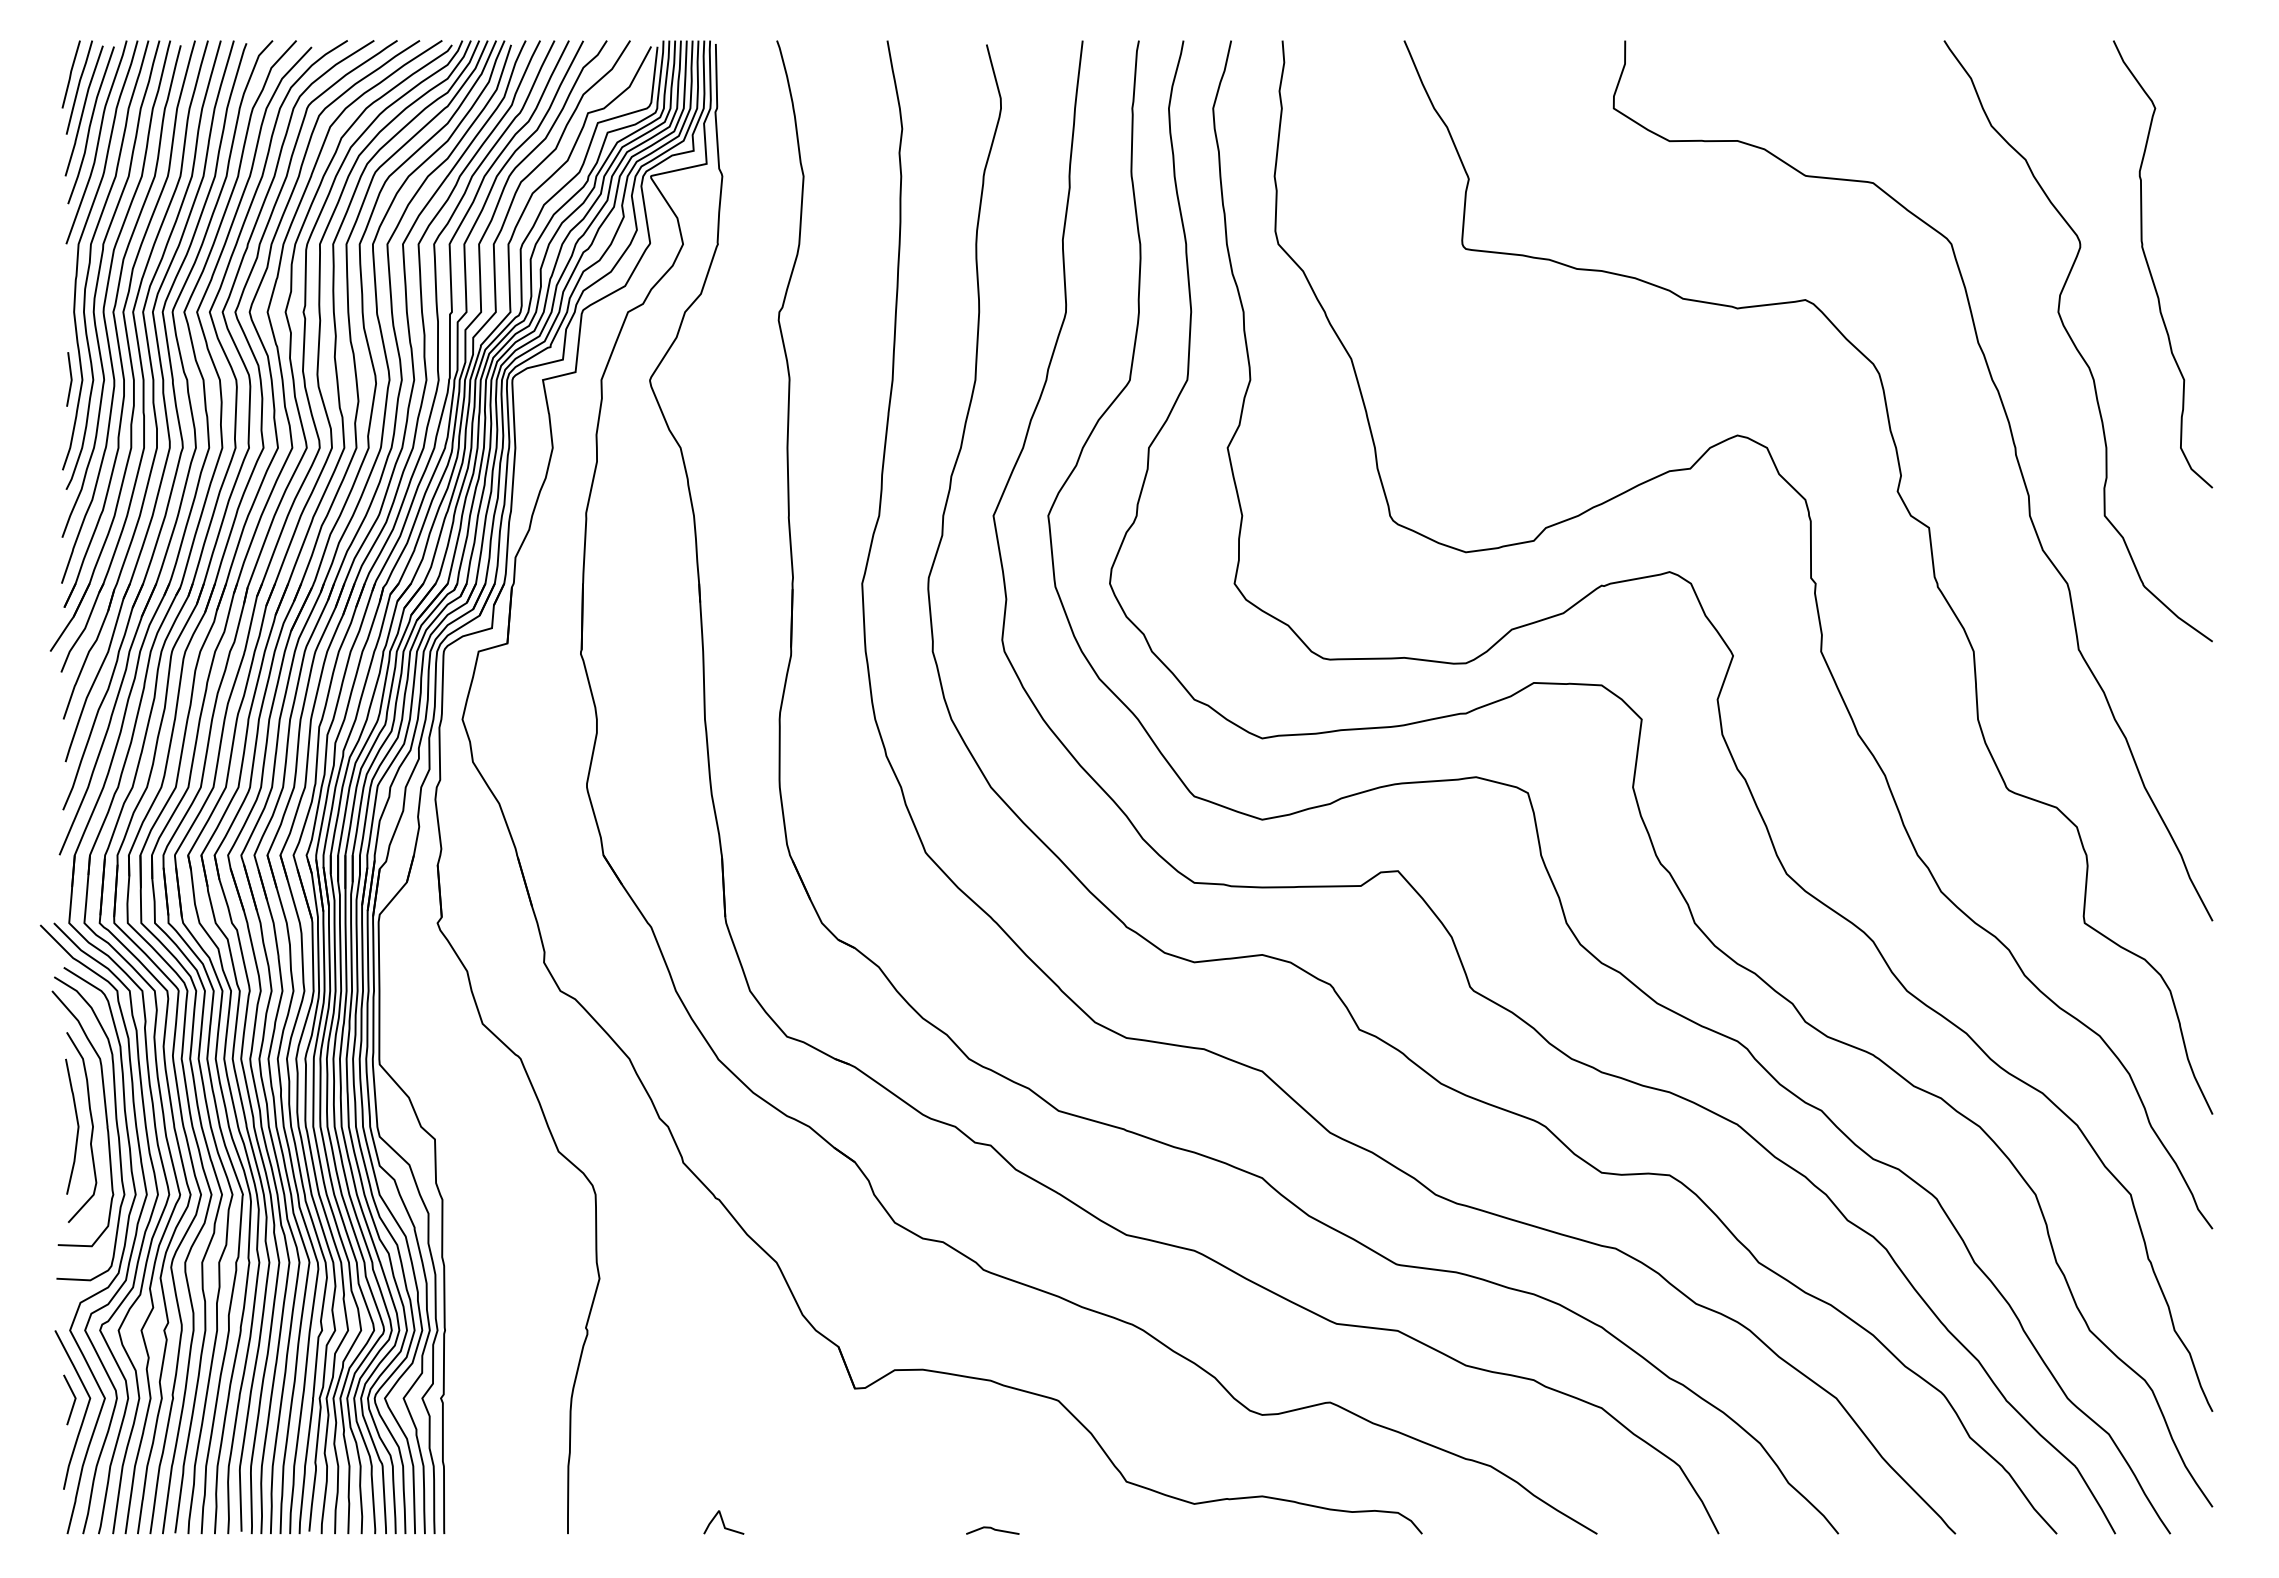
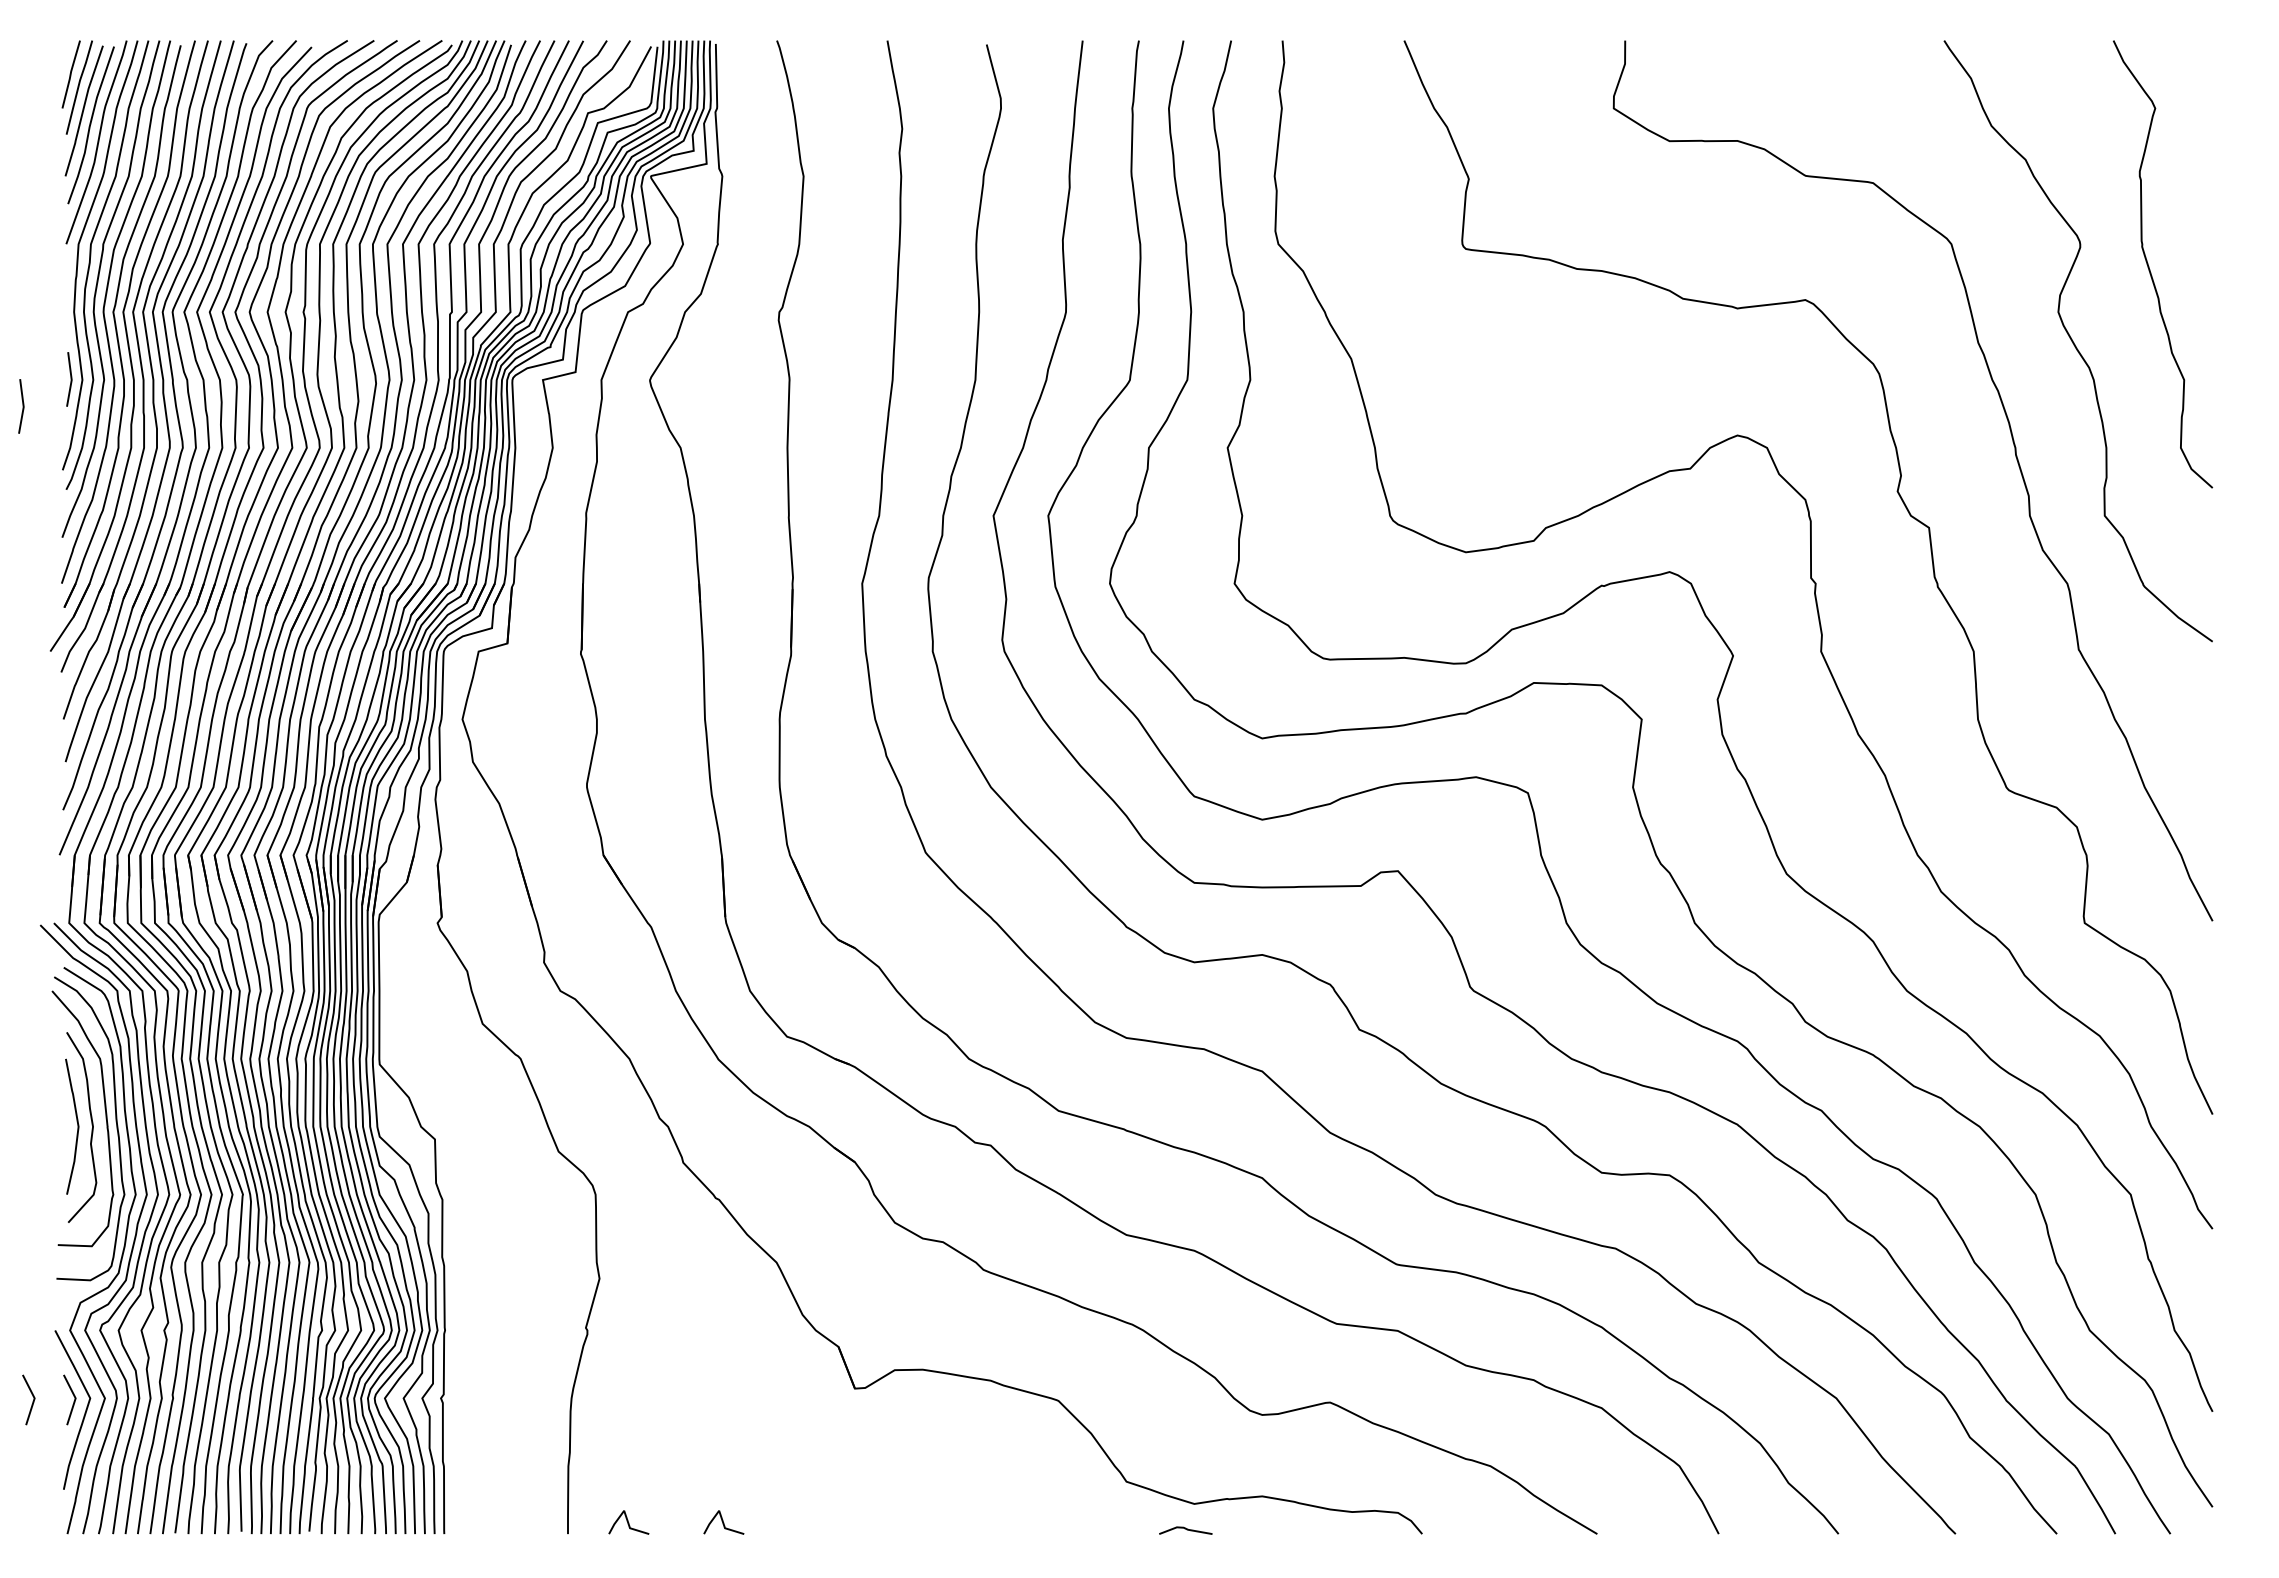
line at (22, 406): none -> present
line at (32, 1401): none -> present
line at (628, 1522): none -> present
line at (992, 1529) position: (992, 1529) -> (1185, 1529)
